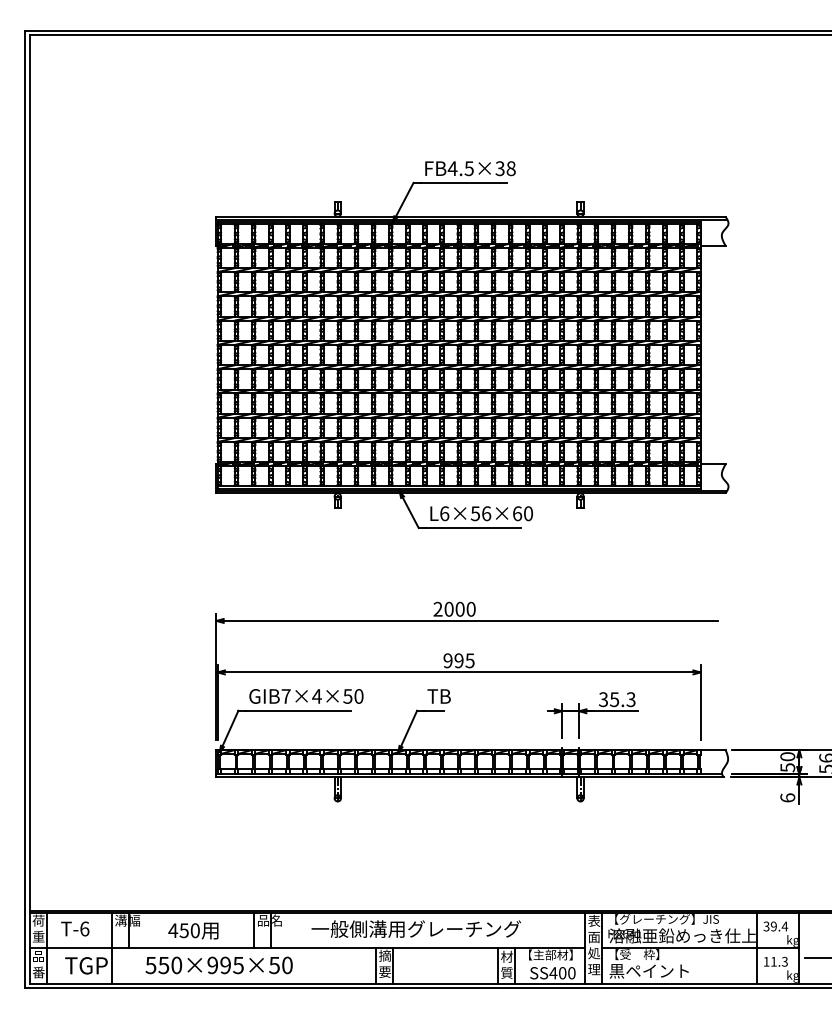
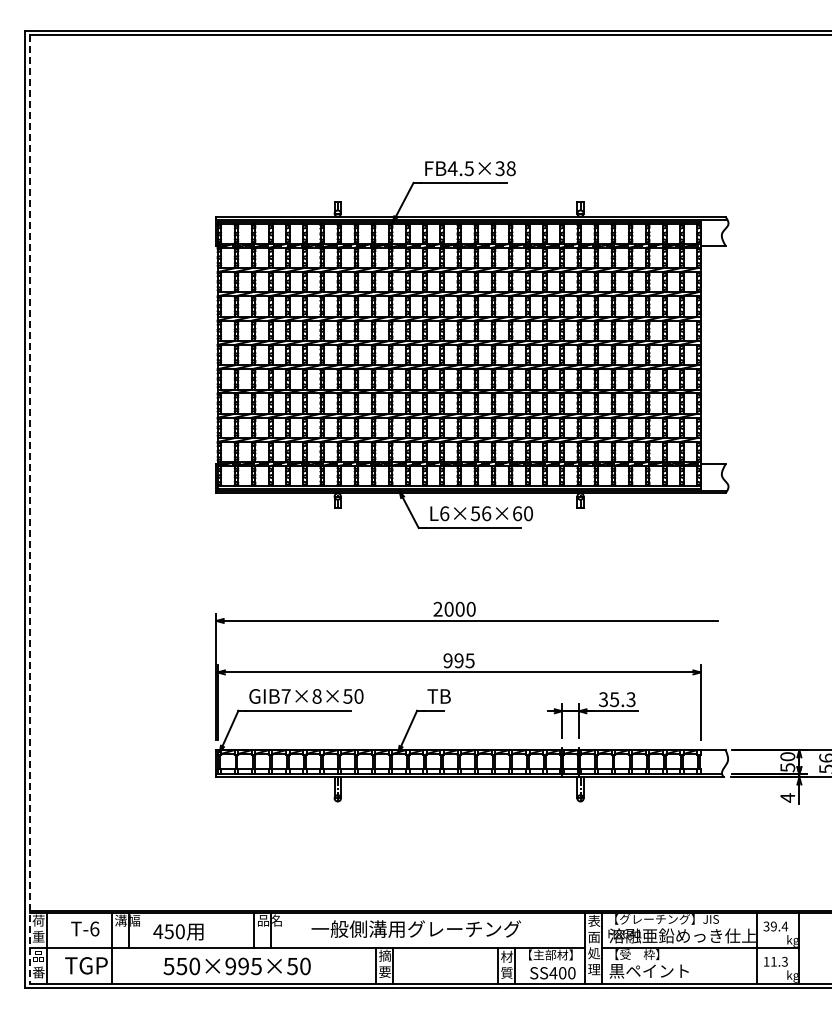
line at (29, 509): solid -> dashed
text at (316, 696): GIB7×4×50 -> GIB7×8×50
text at (787, 797): 6 -> 4
text at (75, 928) position: (75, 928) -> (85, 928)
text at (193, 930) position: (193, 930) -> (178, 931)
line at (816, 958): present -> none
text at (218, 965) position: (218, 965) -> (236, 966)
